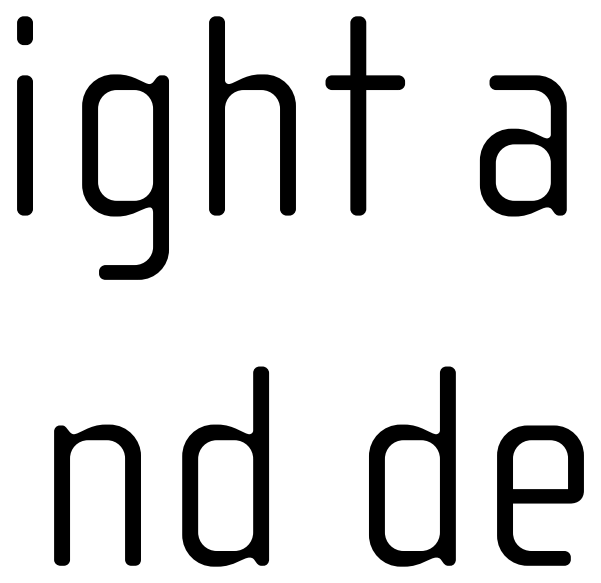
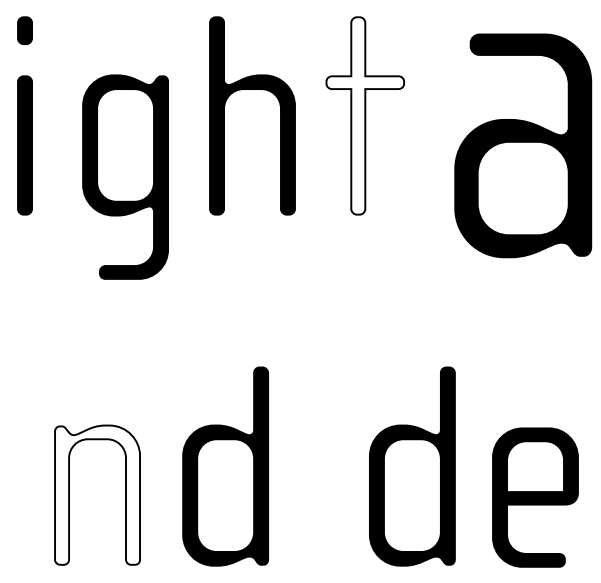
fill at (365, 115): present -> none
part at (523, 145) size: 87x142 px -> 139x226 px
fill at (97, 494): present -> none
part at (540, 495) position: (540, 495) -> (535, 497)
